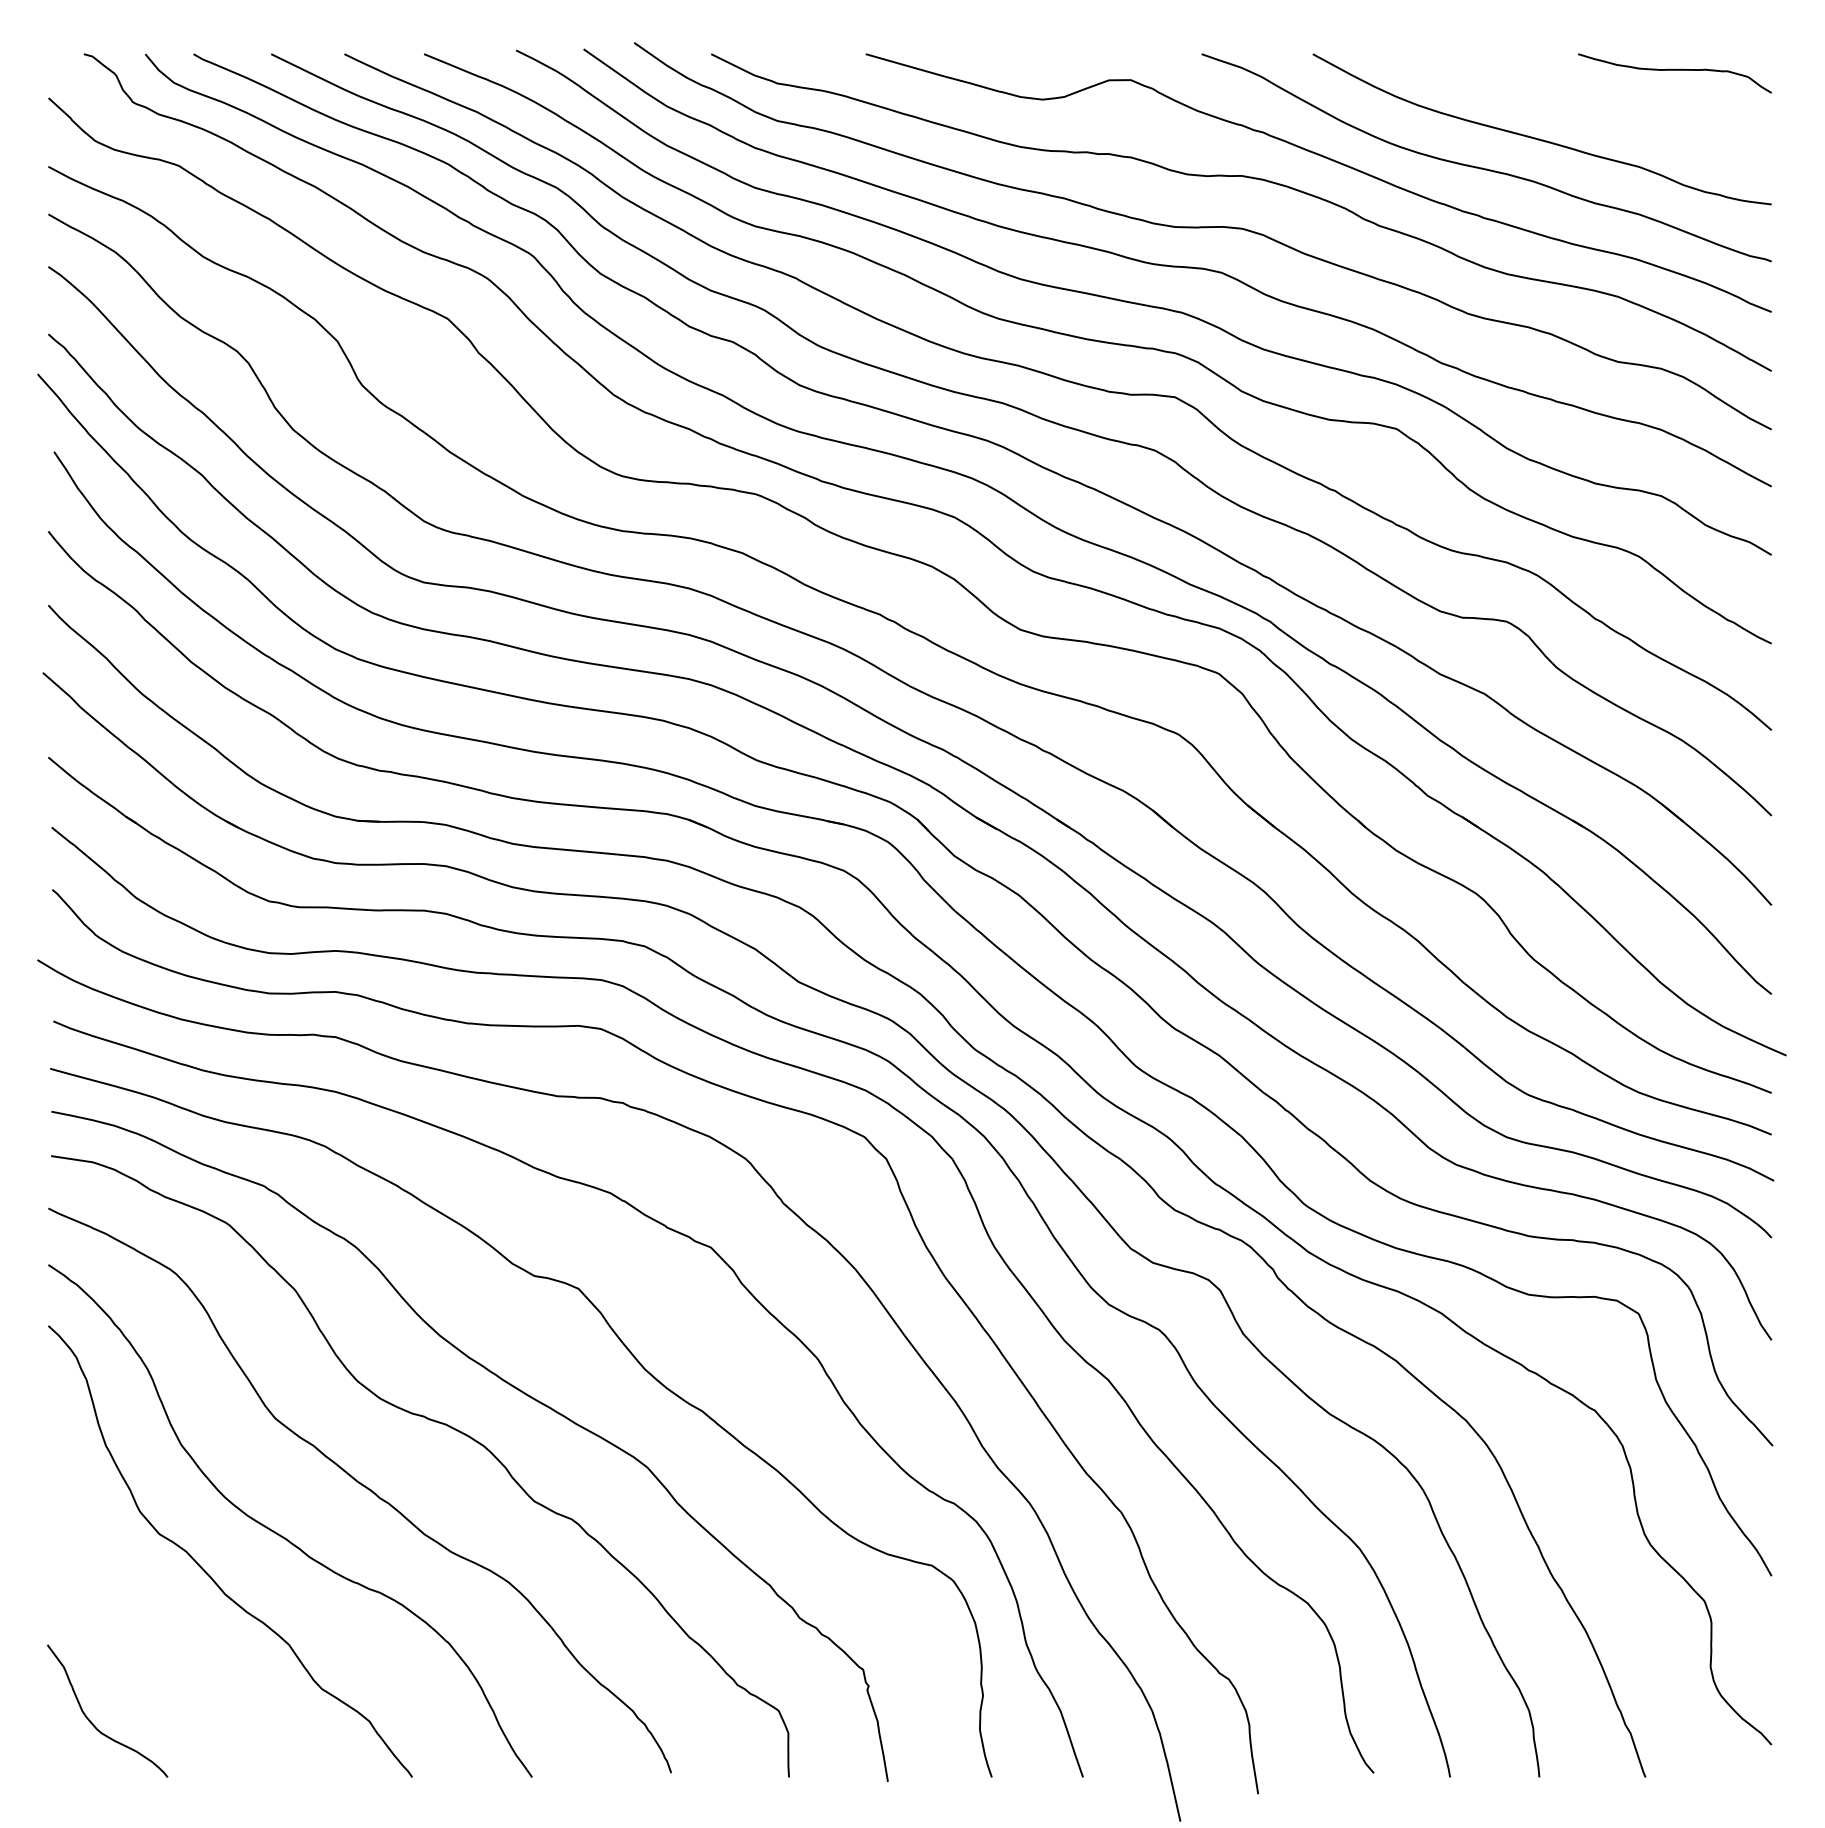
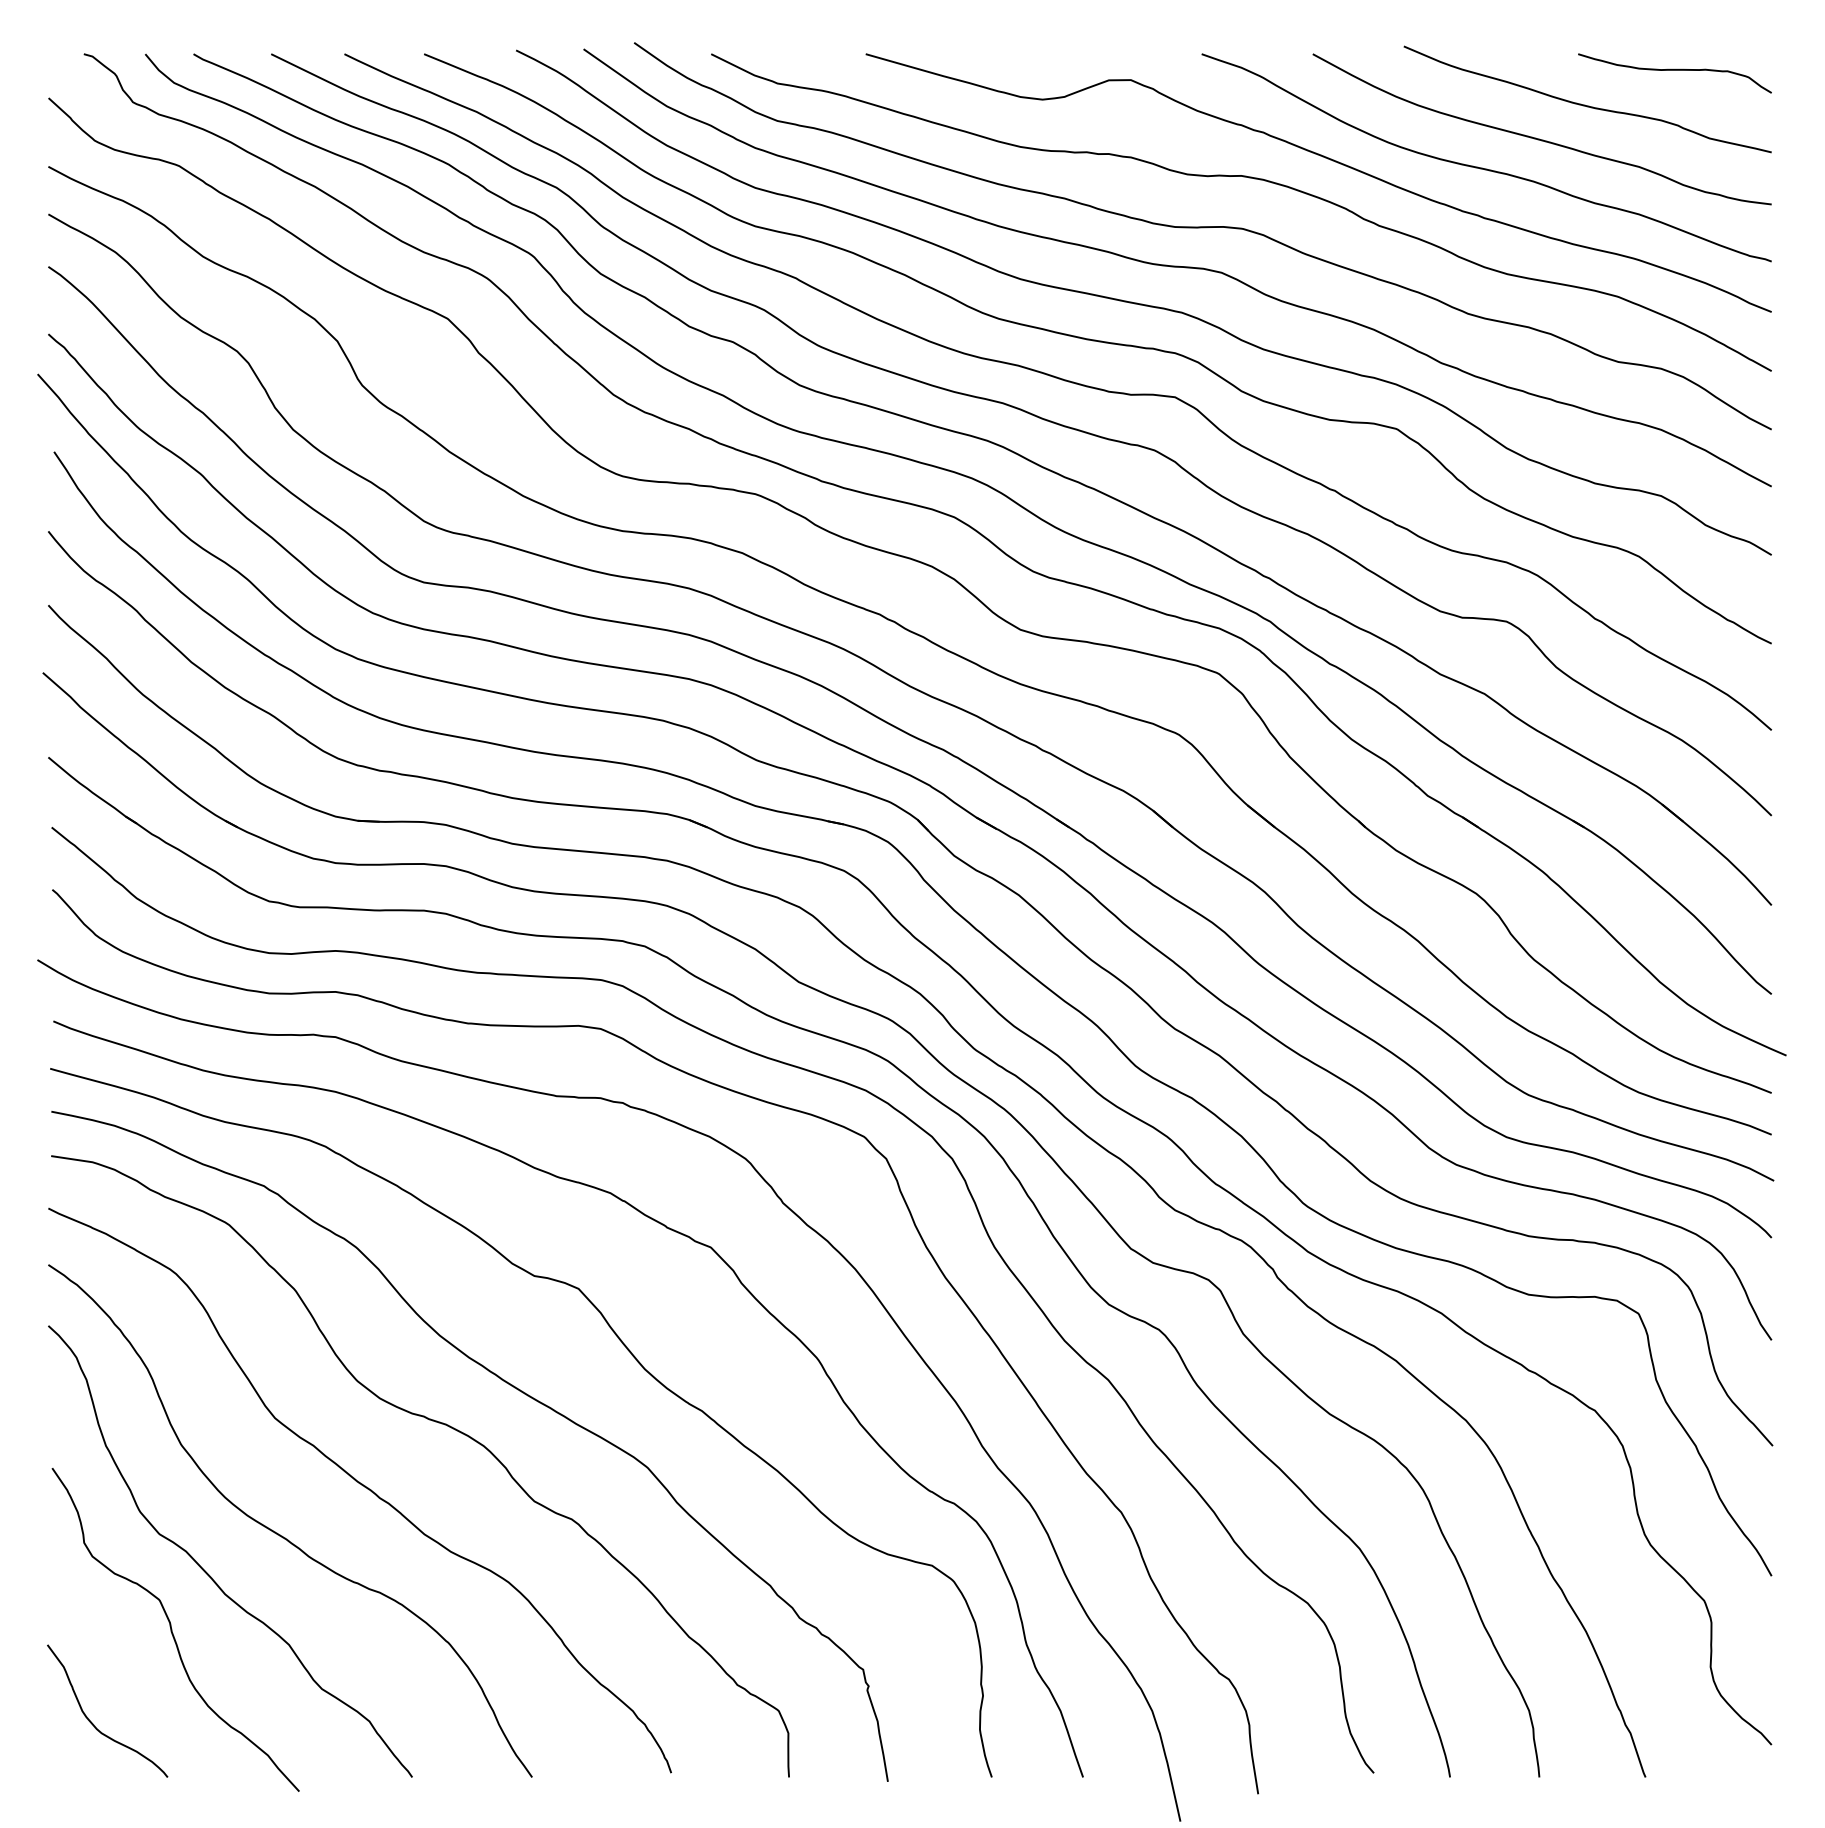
curve at (1585, 104): none -> present
curve at (172, 1629): none -> present
